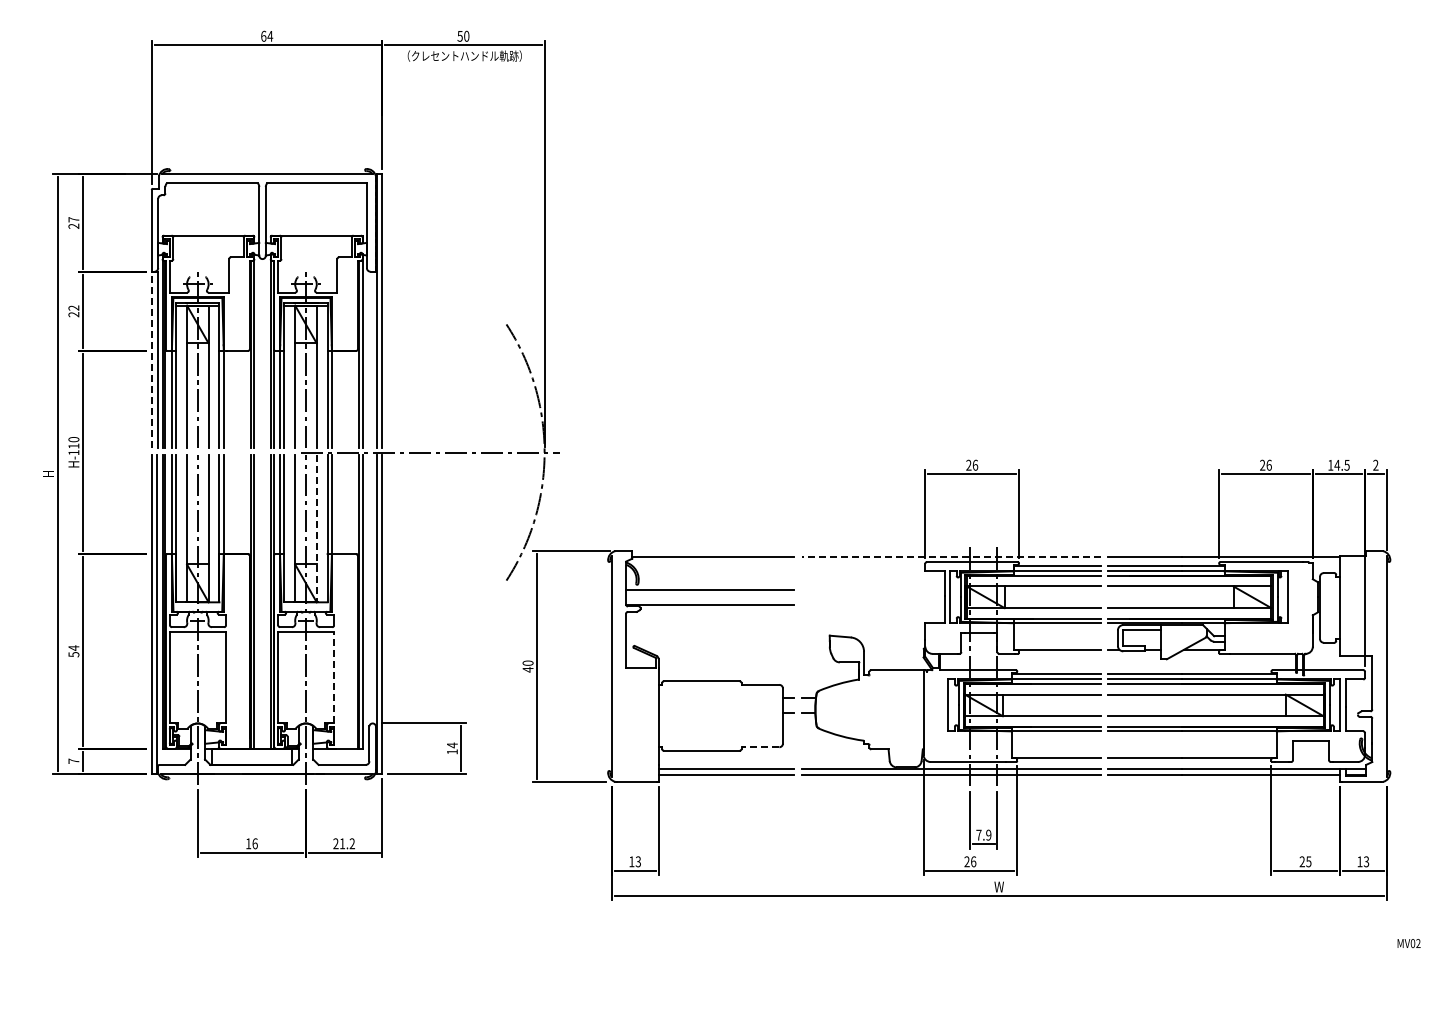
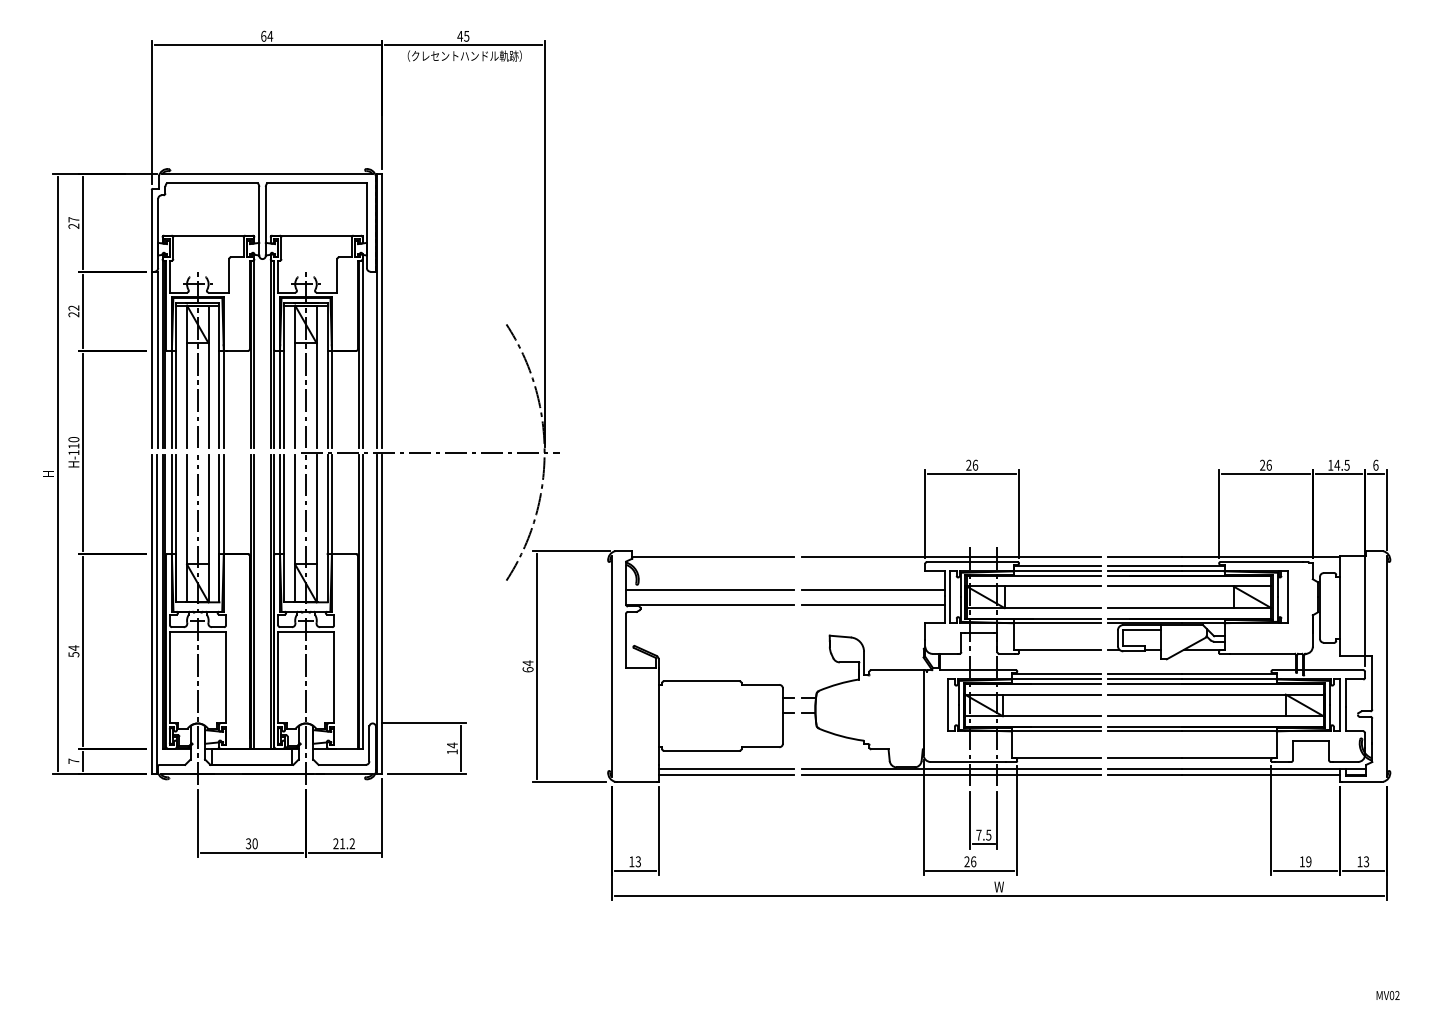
text at (463, 35): 50 -> 45
line at (151, 359): dashed -> solid
text at (1375, 464): 2 -> 6
line at (316, 528): dashed -> solid
line at (950, 557): dashed -> solid
line at (872, 590): none -> present
line at (872, 604): none -> present
text at (527, 666): 40 -> 64
line at (334, 677): dashed -> solid
line at (760, 747): dashed -> solid
text at (988, 834): 7.9 -> 7.5
text at (251, 843): 16 -> 30
text at (1305, 861): 25 -> 19
text at (1408, 943) position: (1408, 943) -> (1387, 995)
